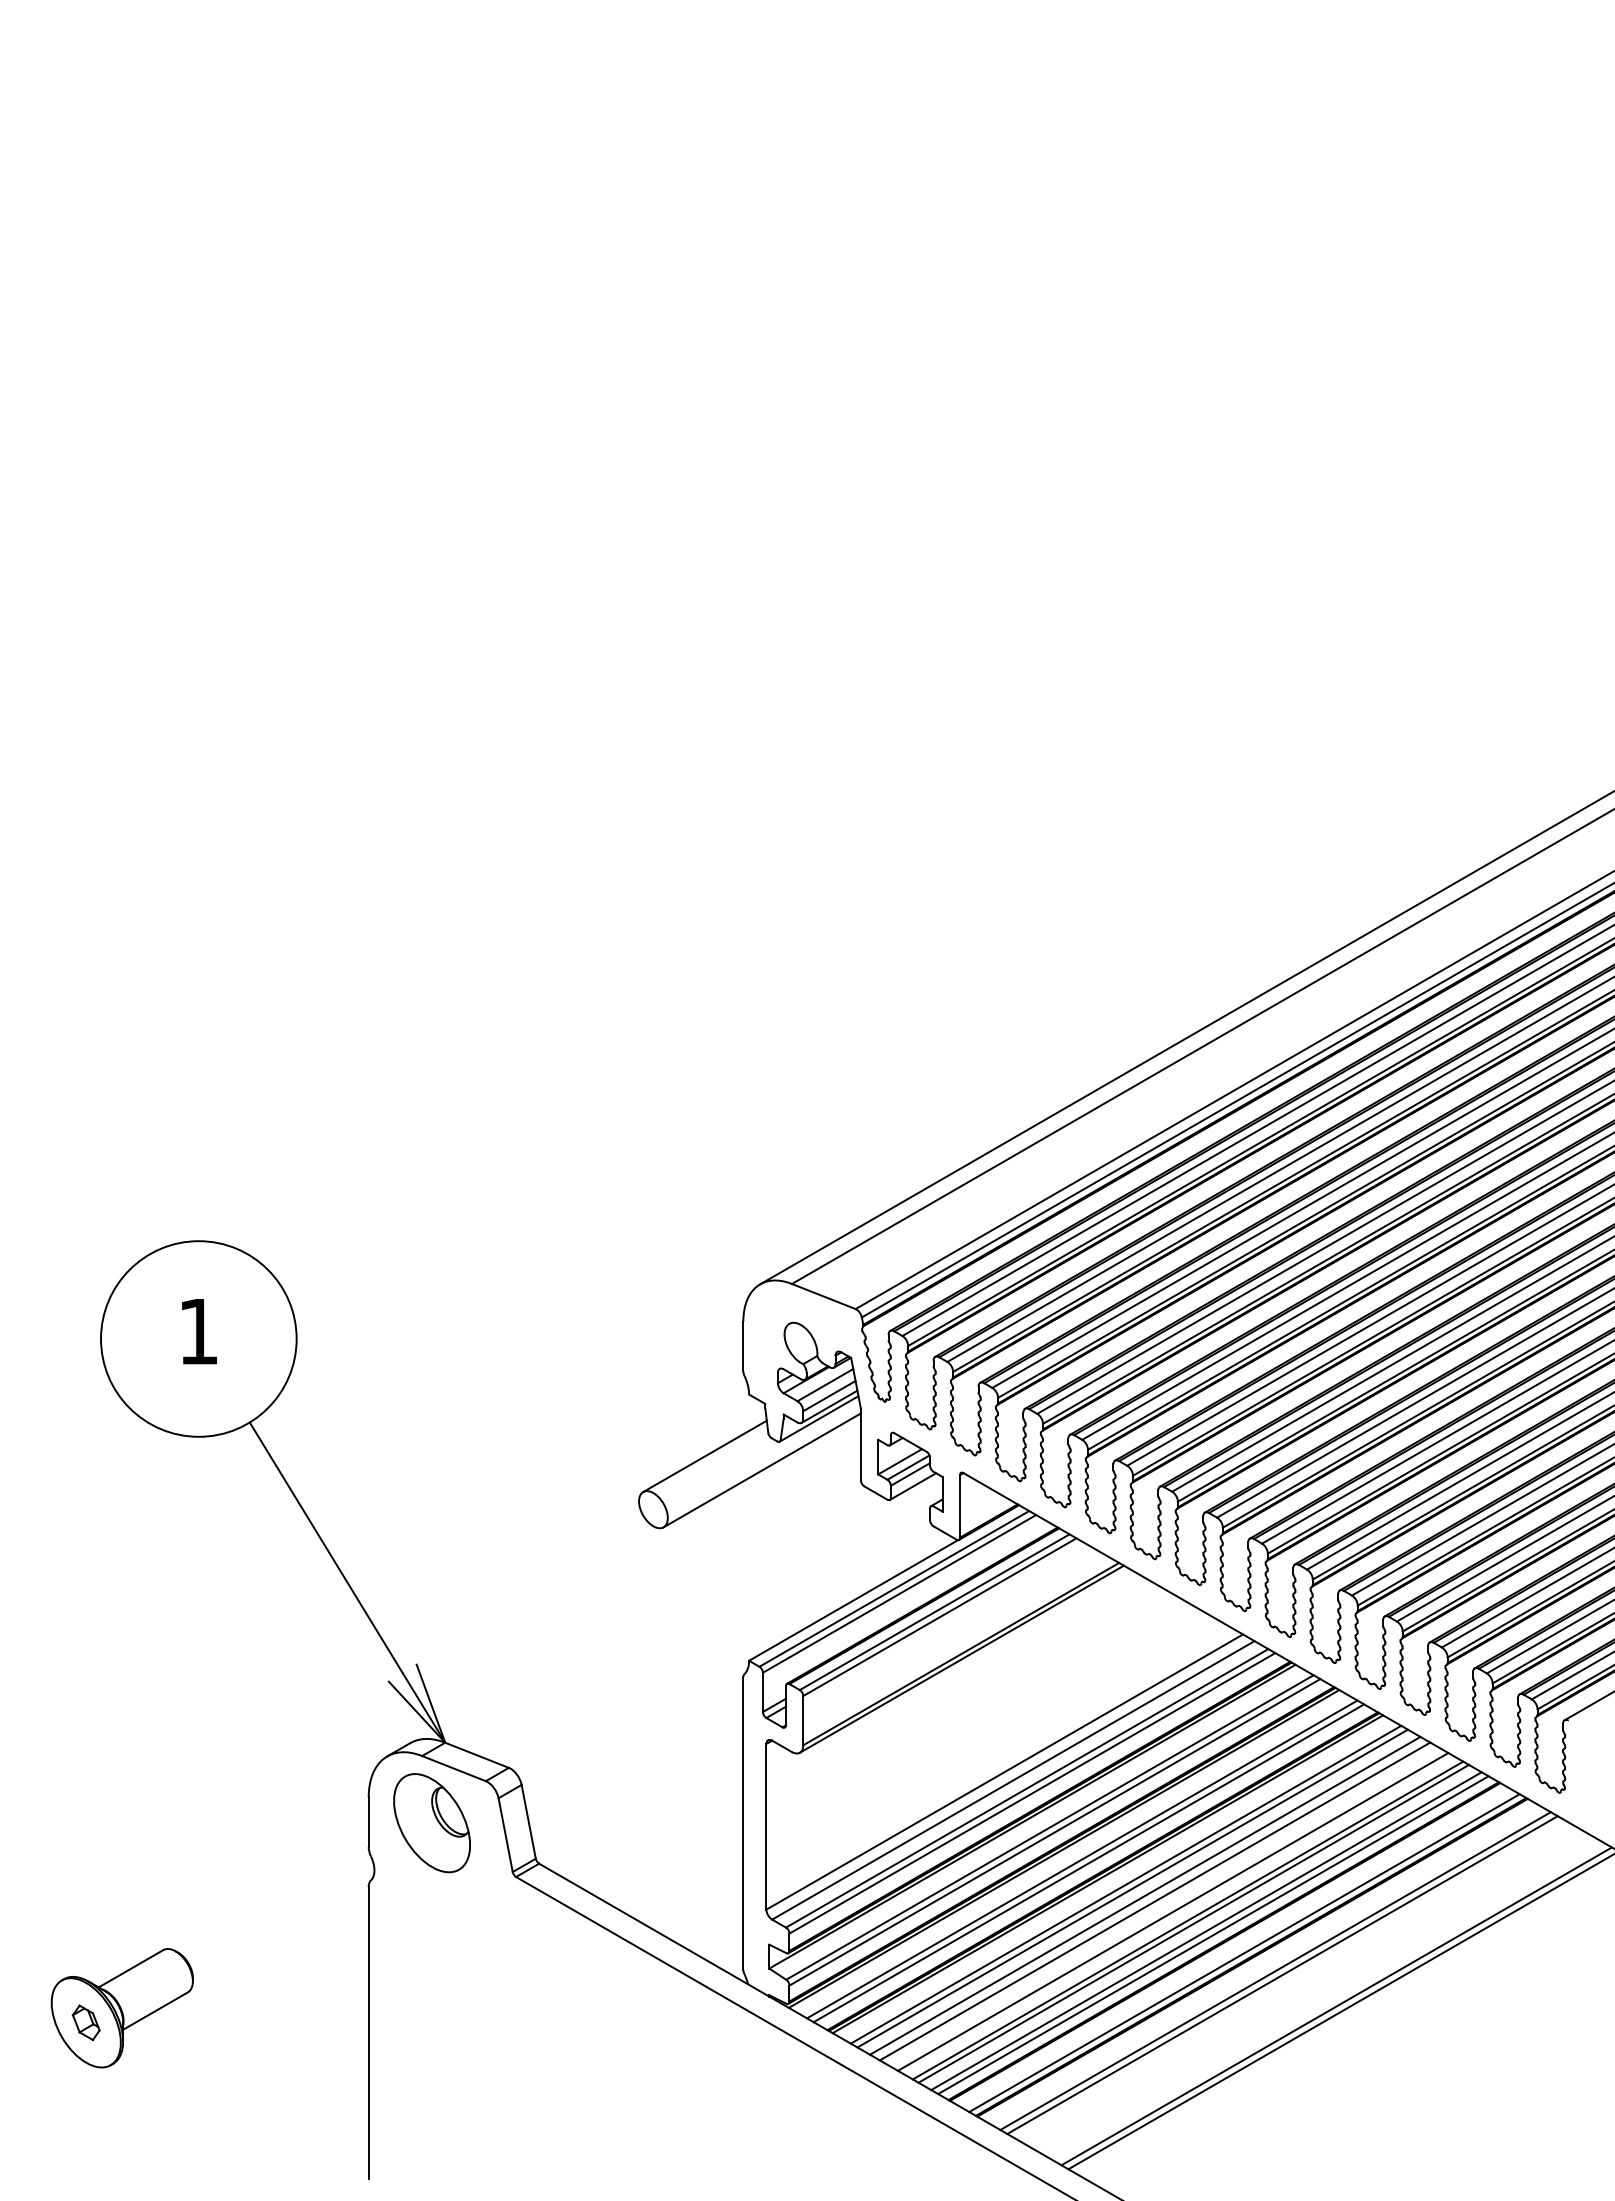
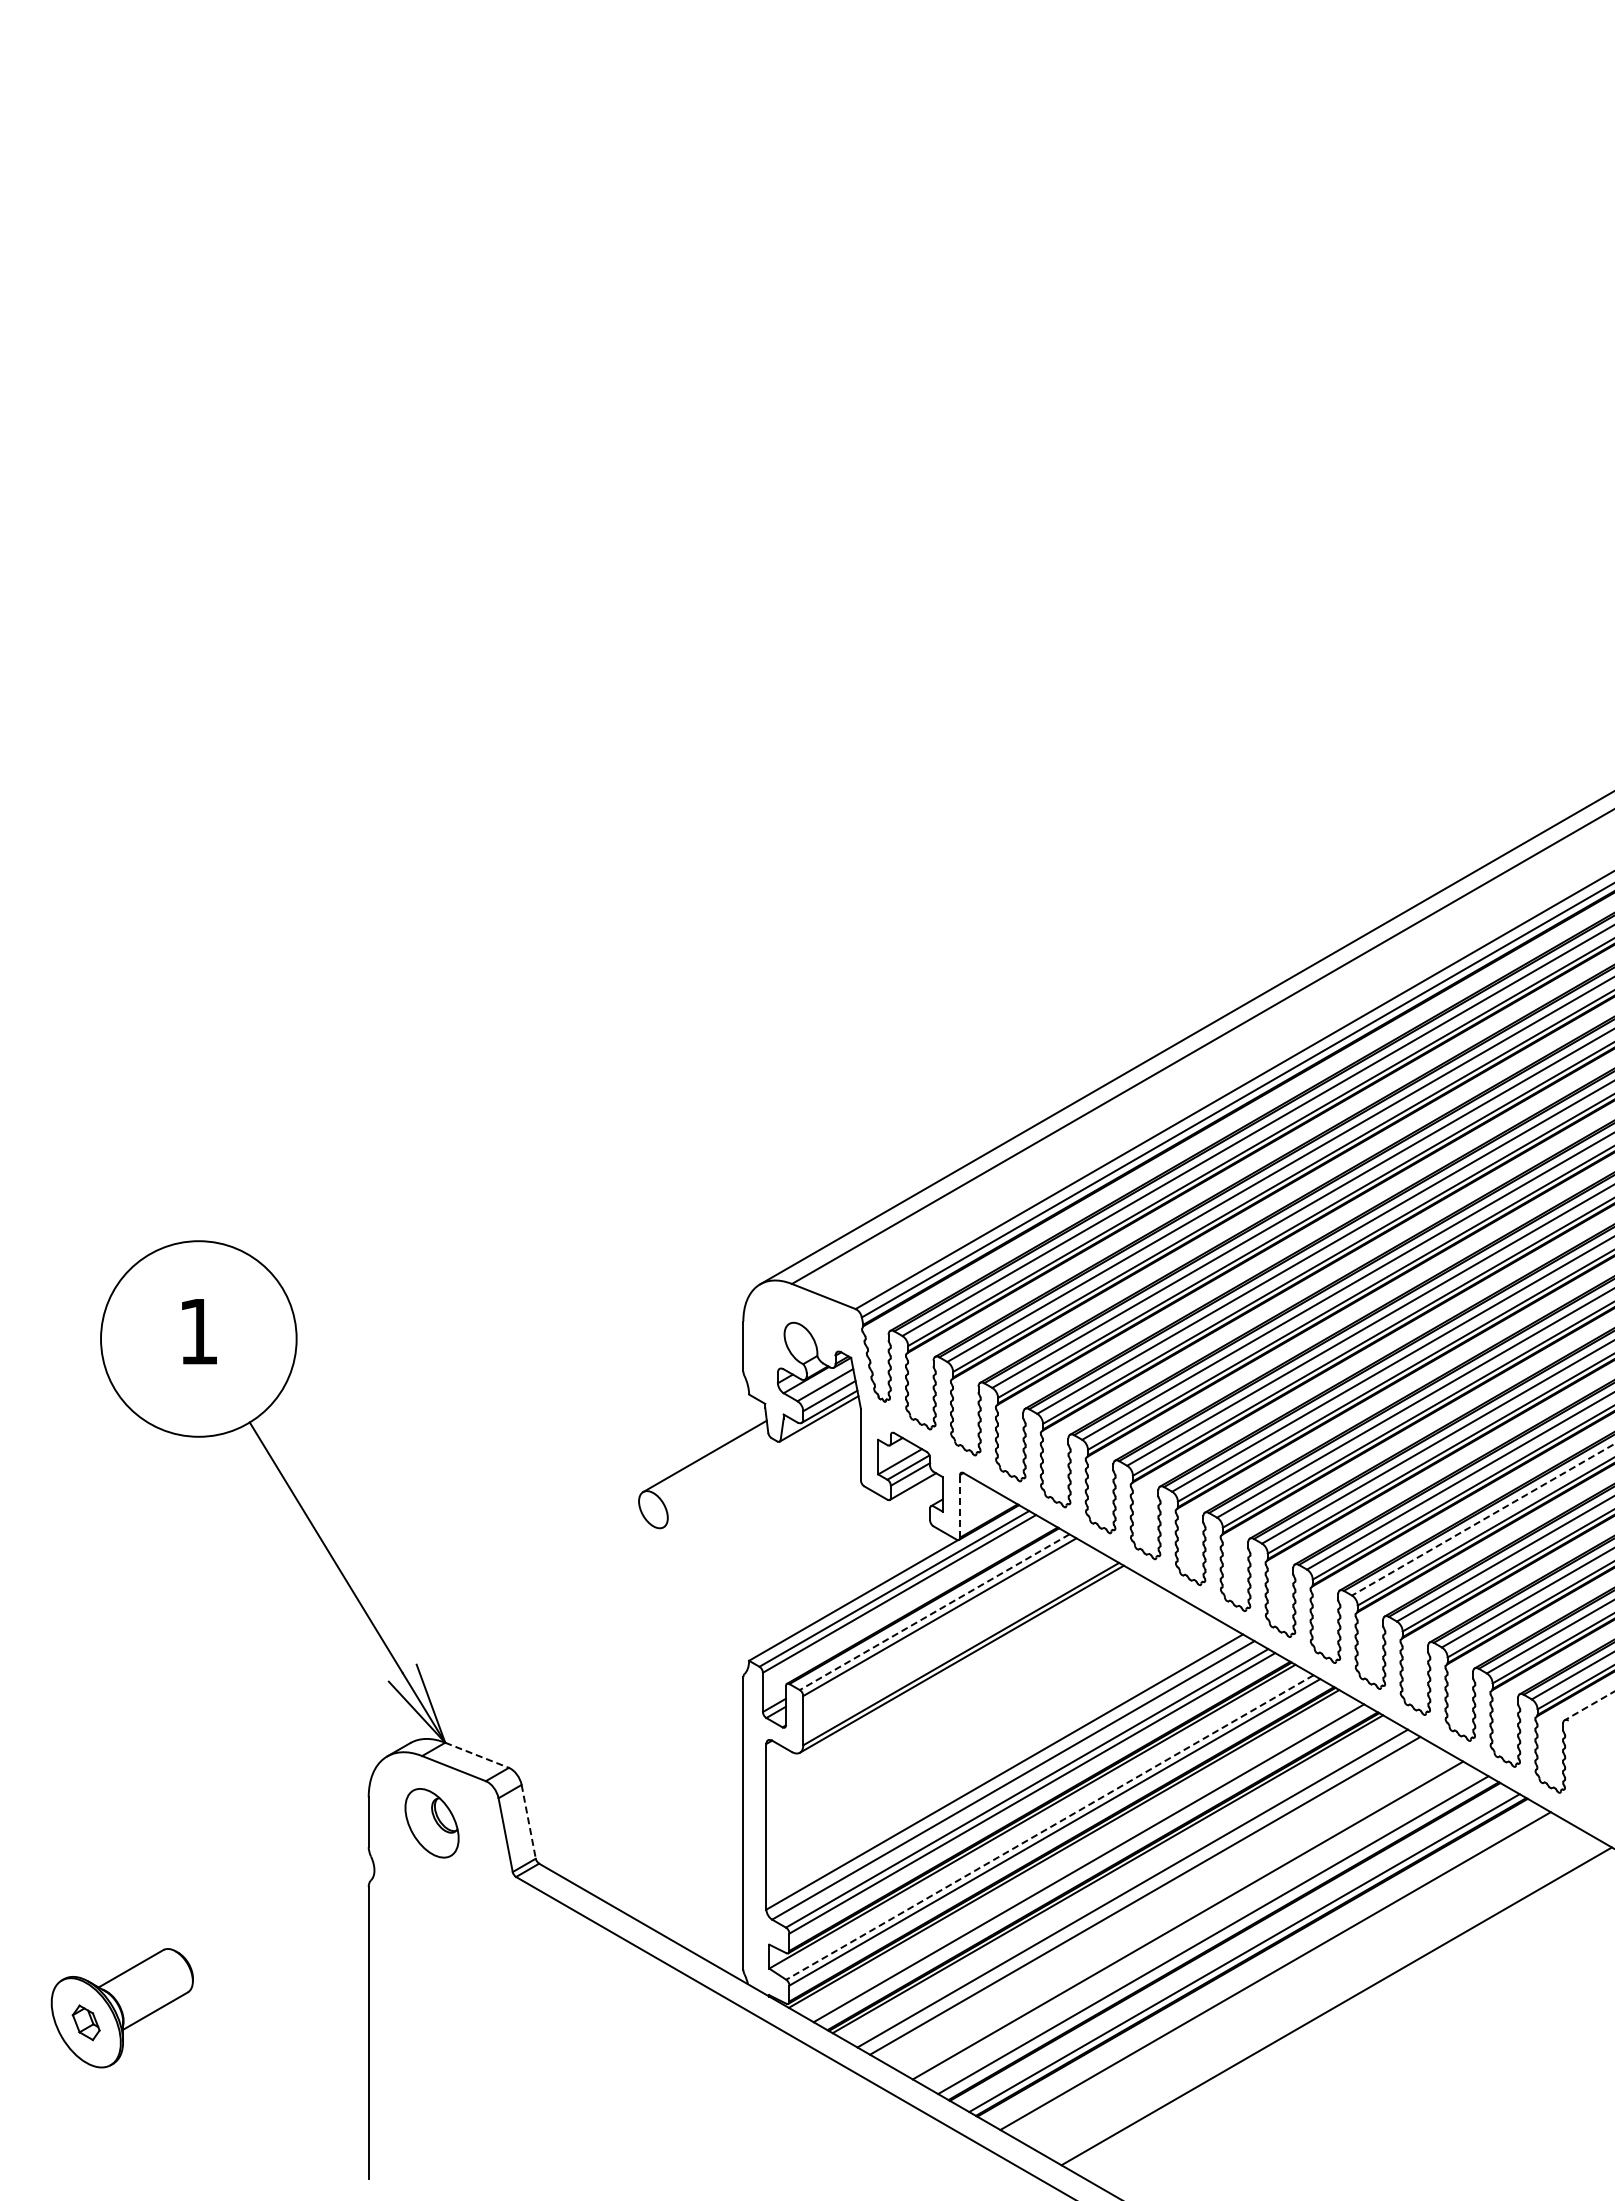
line at (761, 1470): present -> none
line at (960, 1505): solid -> dashed
line at (1482, 1520): solid -> dashed
line at (934, 1612): solid -> dashed
line at (1589, 1705): solid -> dashed
line at (477, 1755): solid -> dashed
line at (528, 1821): solid -> dashed
part at (431, 1823) size: 78x101 px -> 56x71 px
line at (1049, 1827): solid -> dashed
line at (1082, 1859): present -> none
line at (1125, 1884): present -> none
line at (1154, 1901): present -> none
line at (1172, 1911): present -> none
line at (1193, 1923): present -> none
line at (1206, 1931): present -> none
line at (1282, 1974): present -> none
line at (1339, 2012): present -> none
